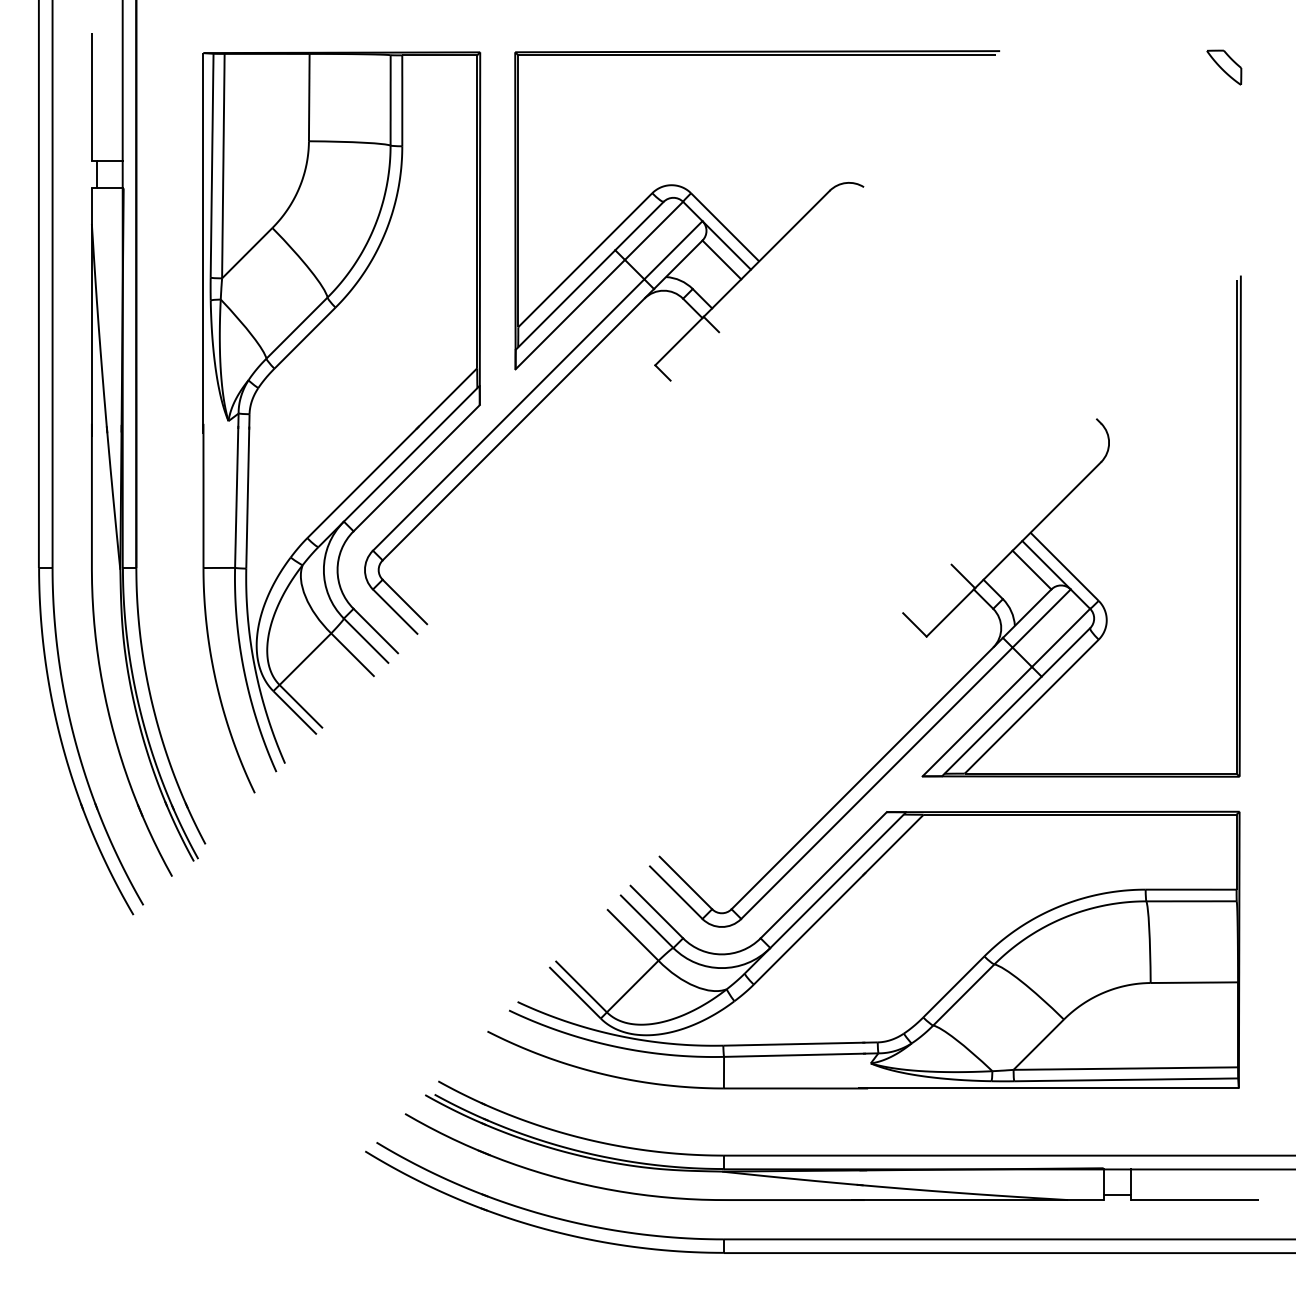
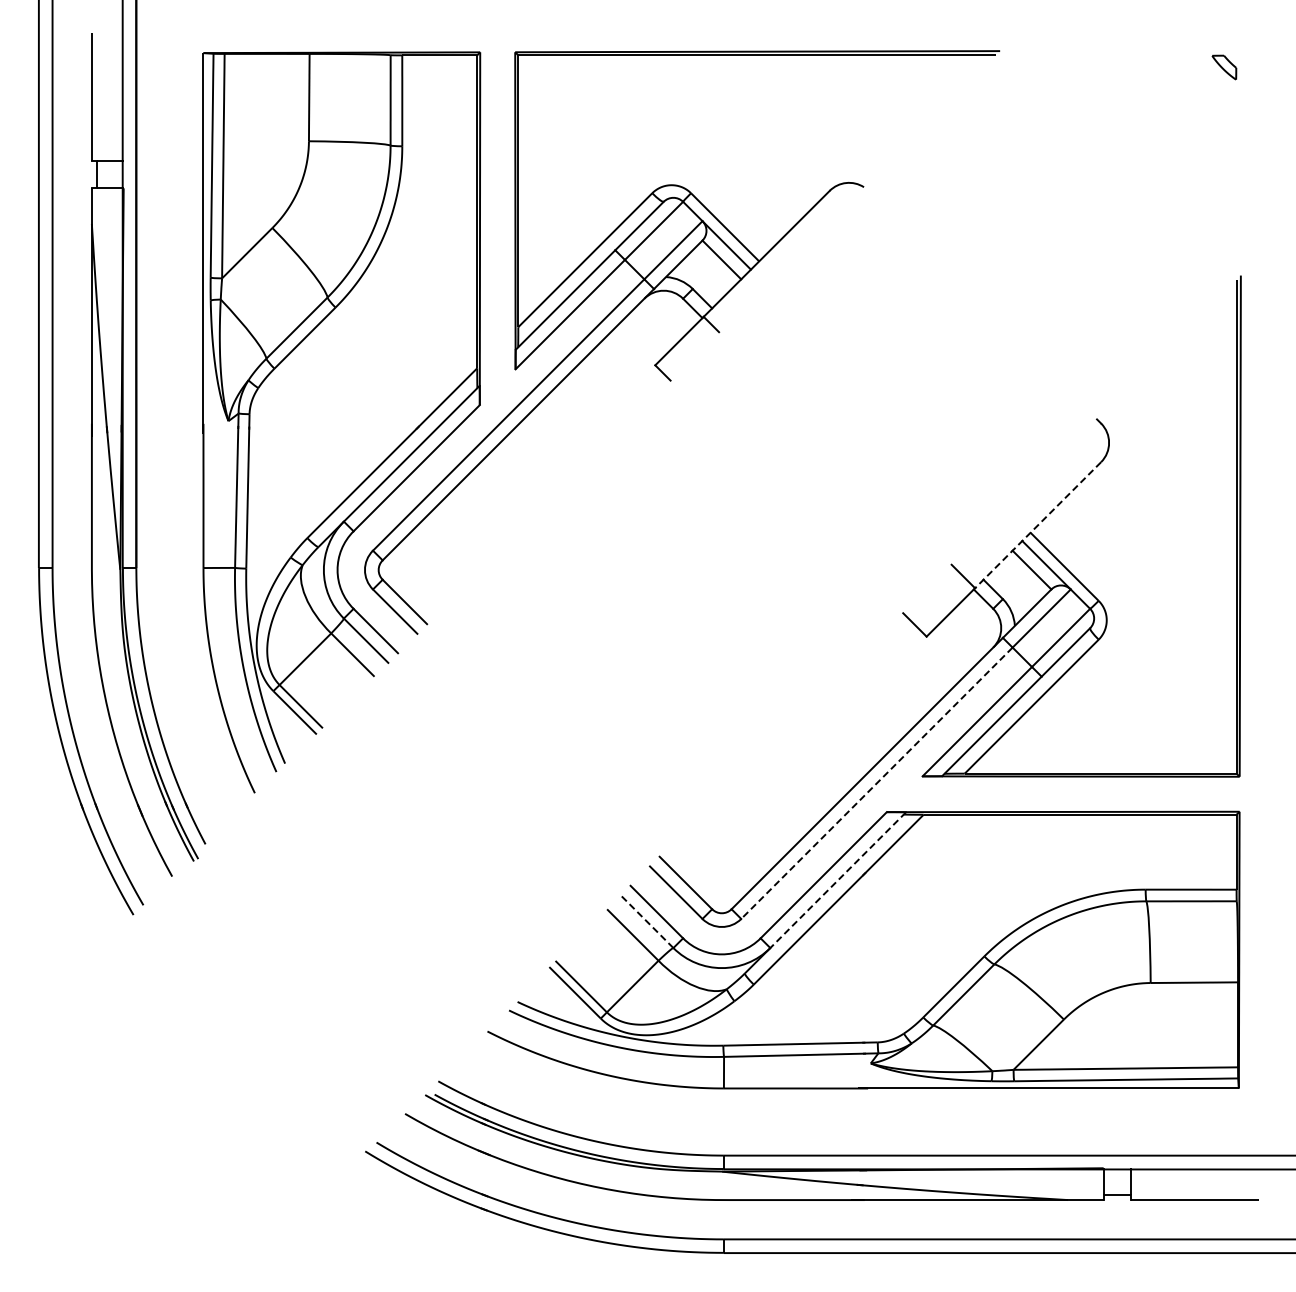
part at (1224, 67) size: 37x37 px -> 27x27 px
line at (1037, 525): solid -> dashed
line at (876, 783): solid -> dashed
line at (838, 880): solid -> dashed
line at (646, 921): solid -> dashed
